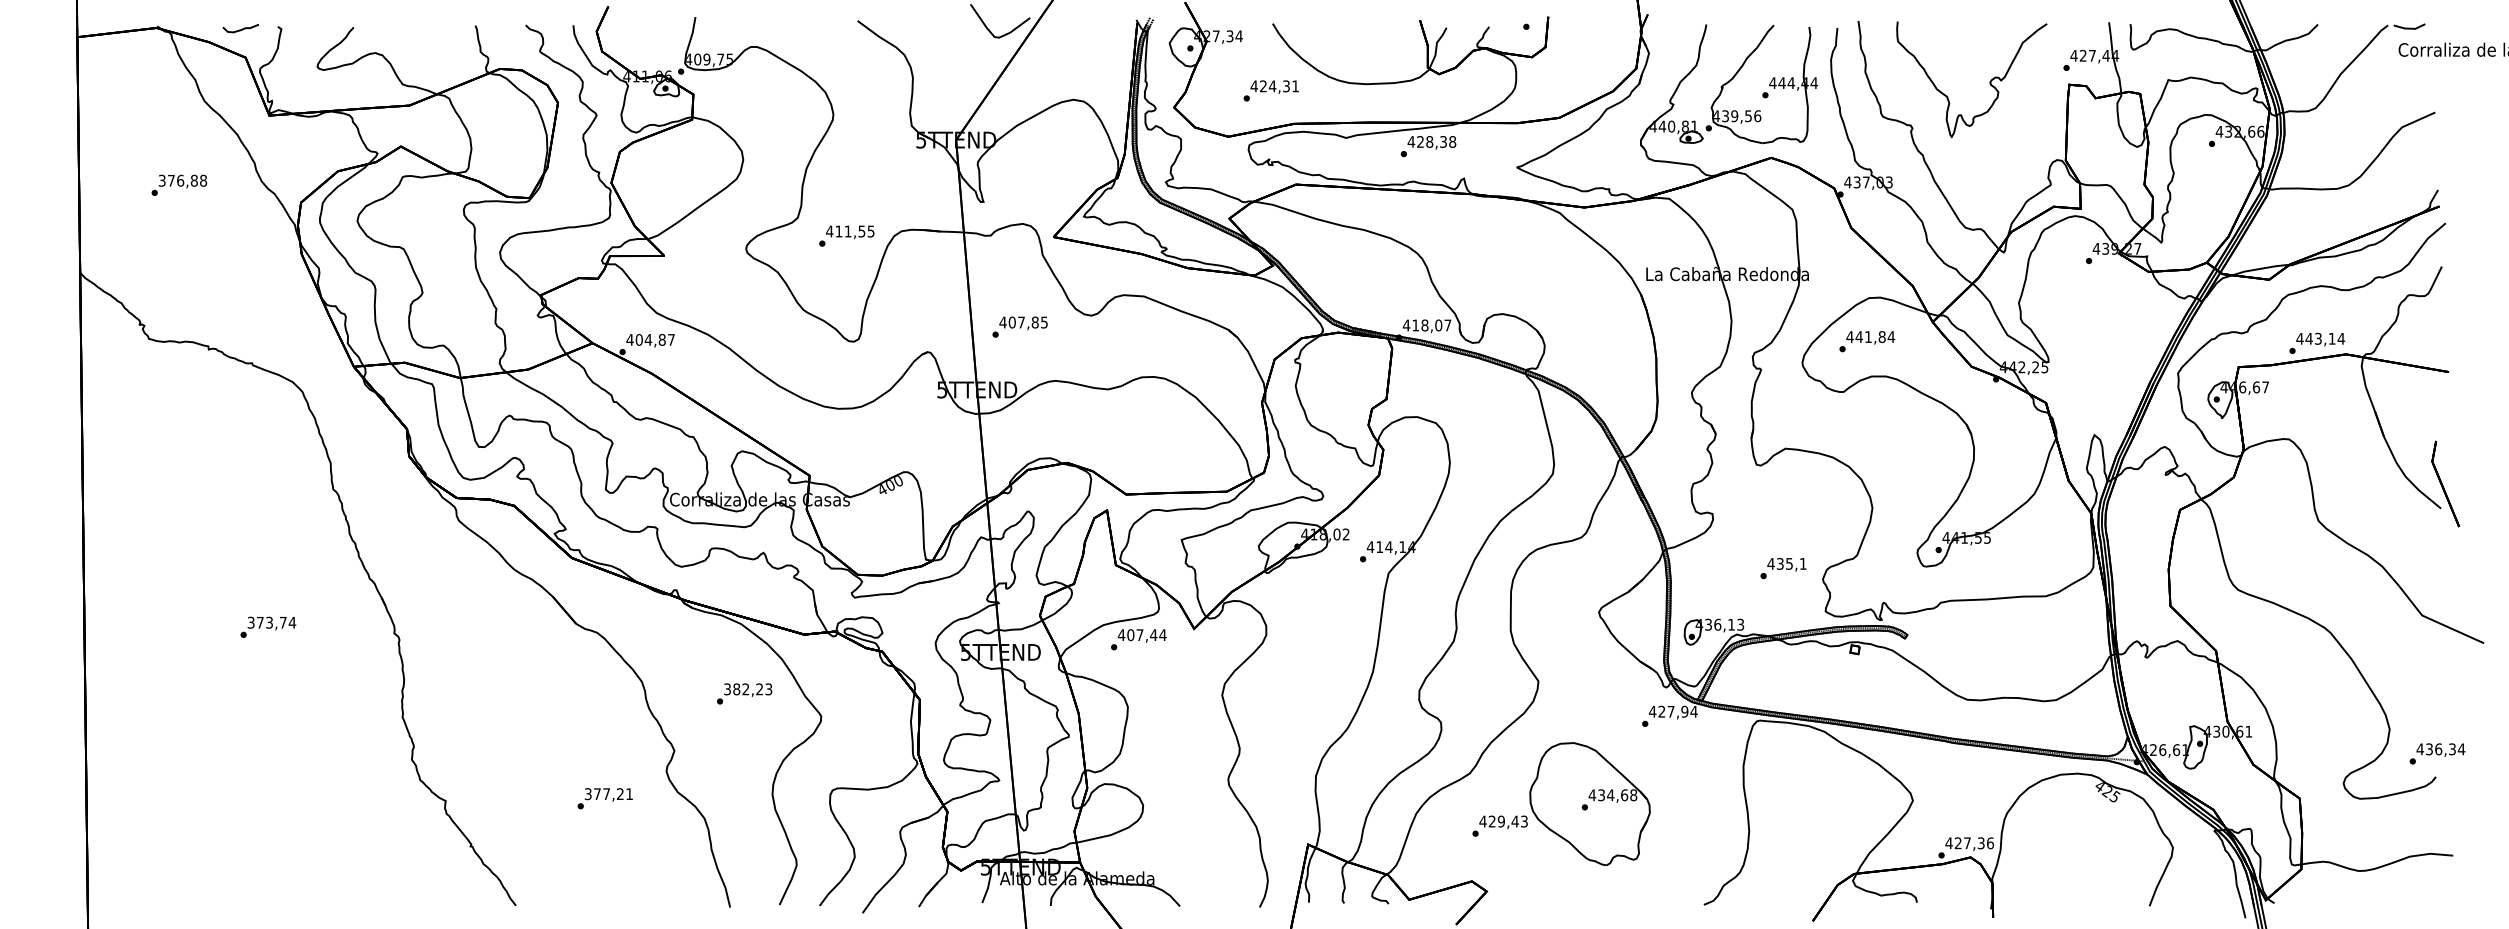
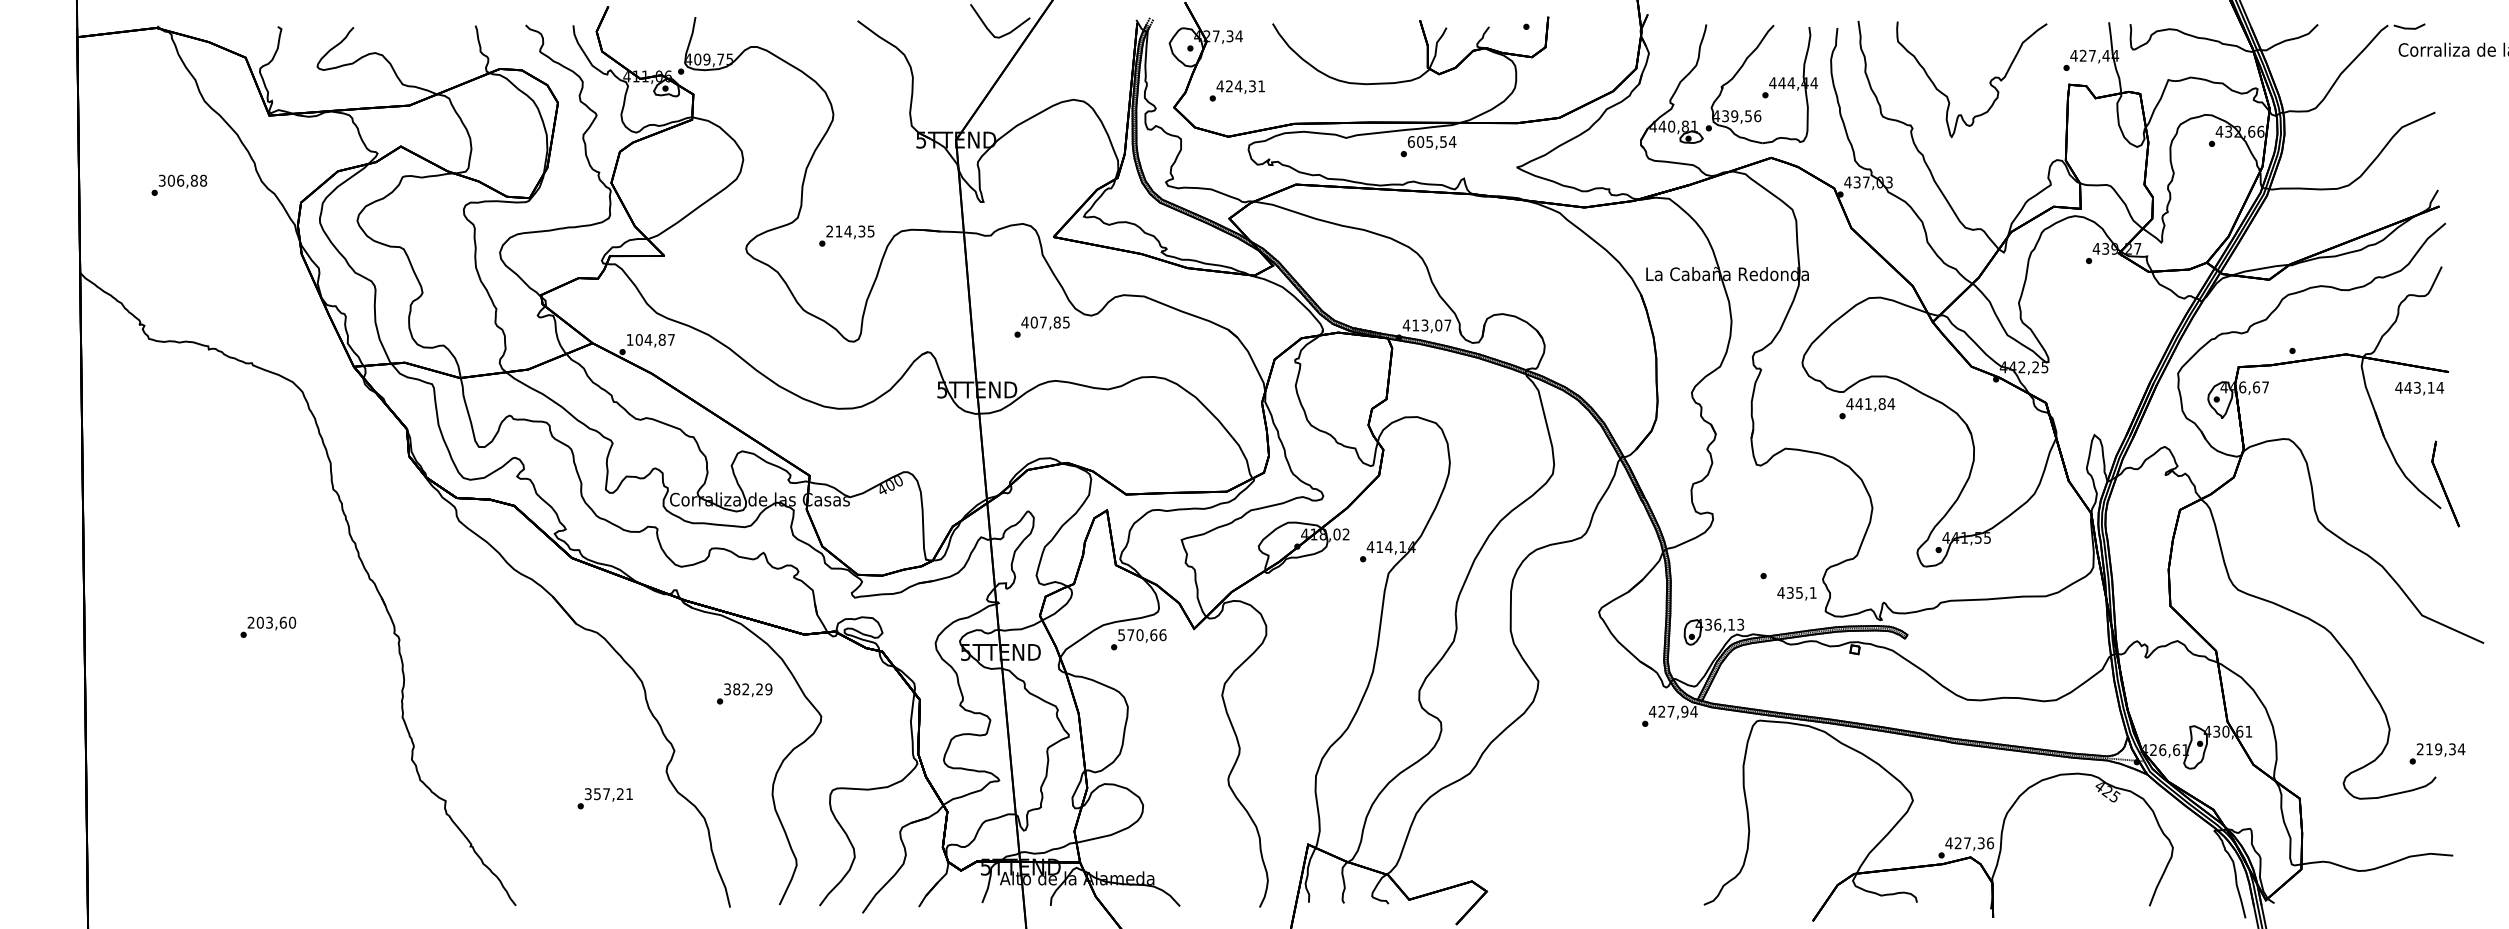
curve at (240, 29): present -> none
text at (1270, 90) position: (1270, 90) -> (1236, 90)
text at (1431, 141): 428,38 -> 605,54
text at (170, 180): 376,88 -> 306,88
text at (845, 231): 411,55 -> 214,35
text at (1424, 325): 418,07 -> 413,07
text at (1019, 326) position: (1019, 326) -> (1041, 326)
text at (629, 339): 404,87 -> 104,87
text at (2320, 339) position: (2320, 339) -> (2419, 388)
text at (1867, 341) position: (1867, 341) -> (1867, 408)
text at (1786, 564) position: (1786, 564) -> (1796, 593)
text at (271, 622): 373,74 -> 203,60
text at (1141, 635): 407,44 -> 570,66
text at (768, 689): 382,23 -> 382,29
text at (2429, 749): 436,34 -> 219,34
text at (597, 794): 377,21 -> 357,21
part at (1561, 804): present -> none
